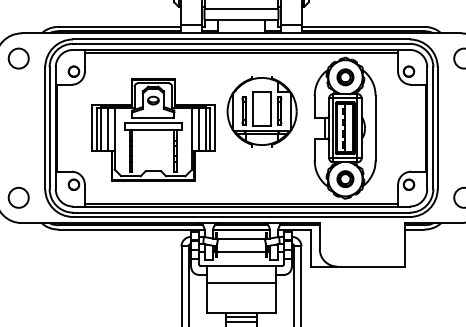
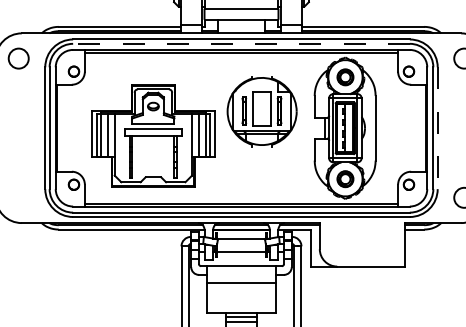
line at (241, 43): solid -> dashed
line at (437, 128): solid -> dashed
part at (153, 129) position: (153, 129) -> (153, 135)
circle at (18, 197): present -> none
